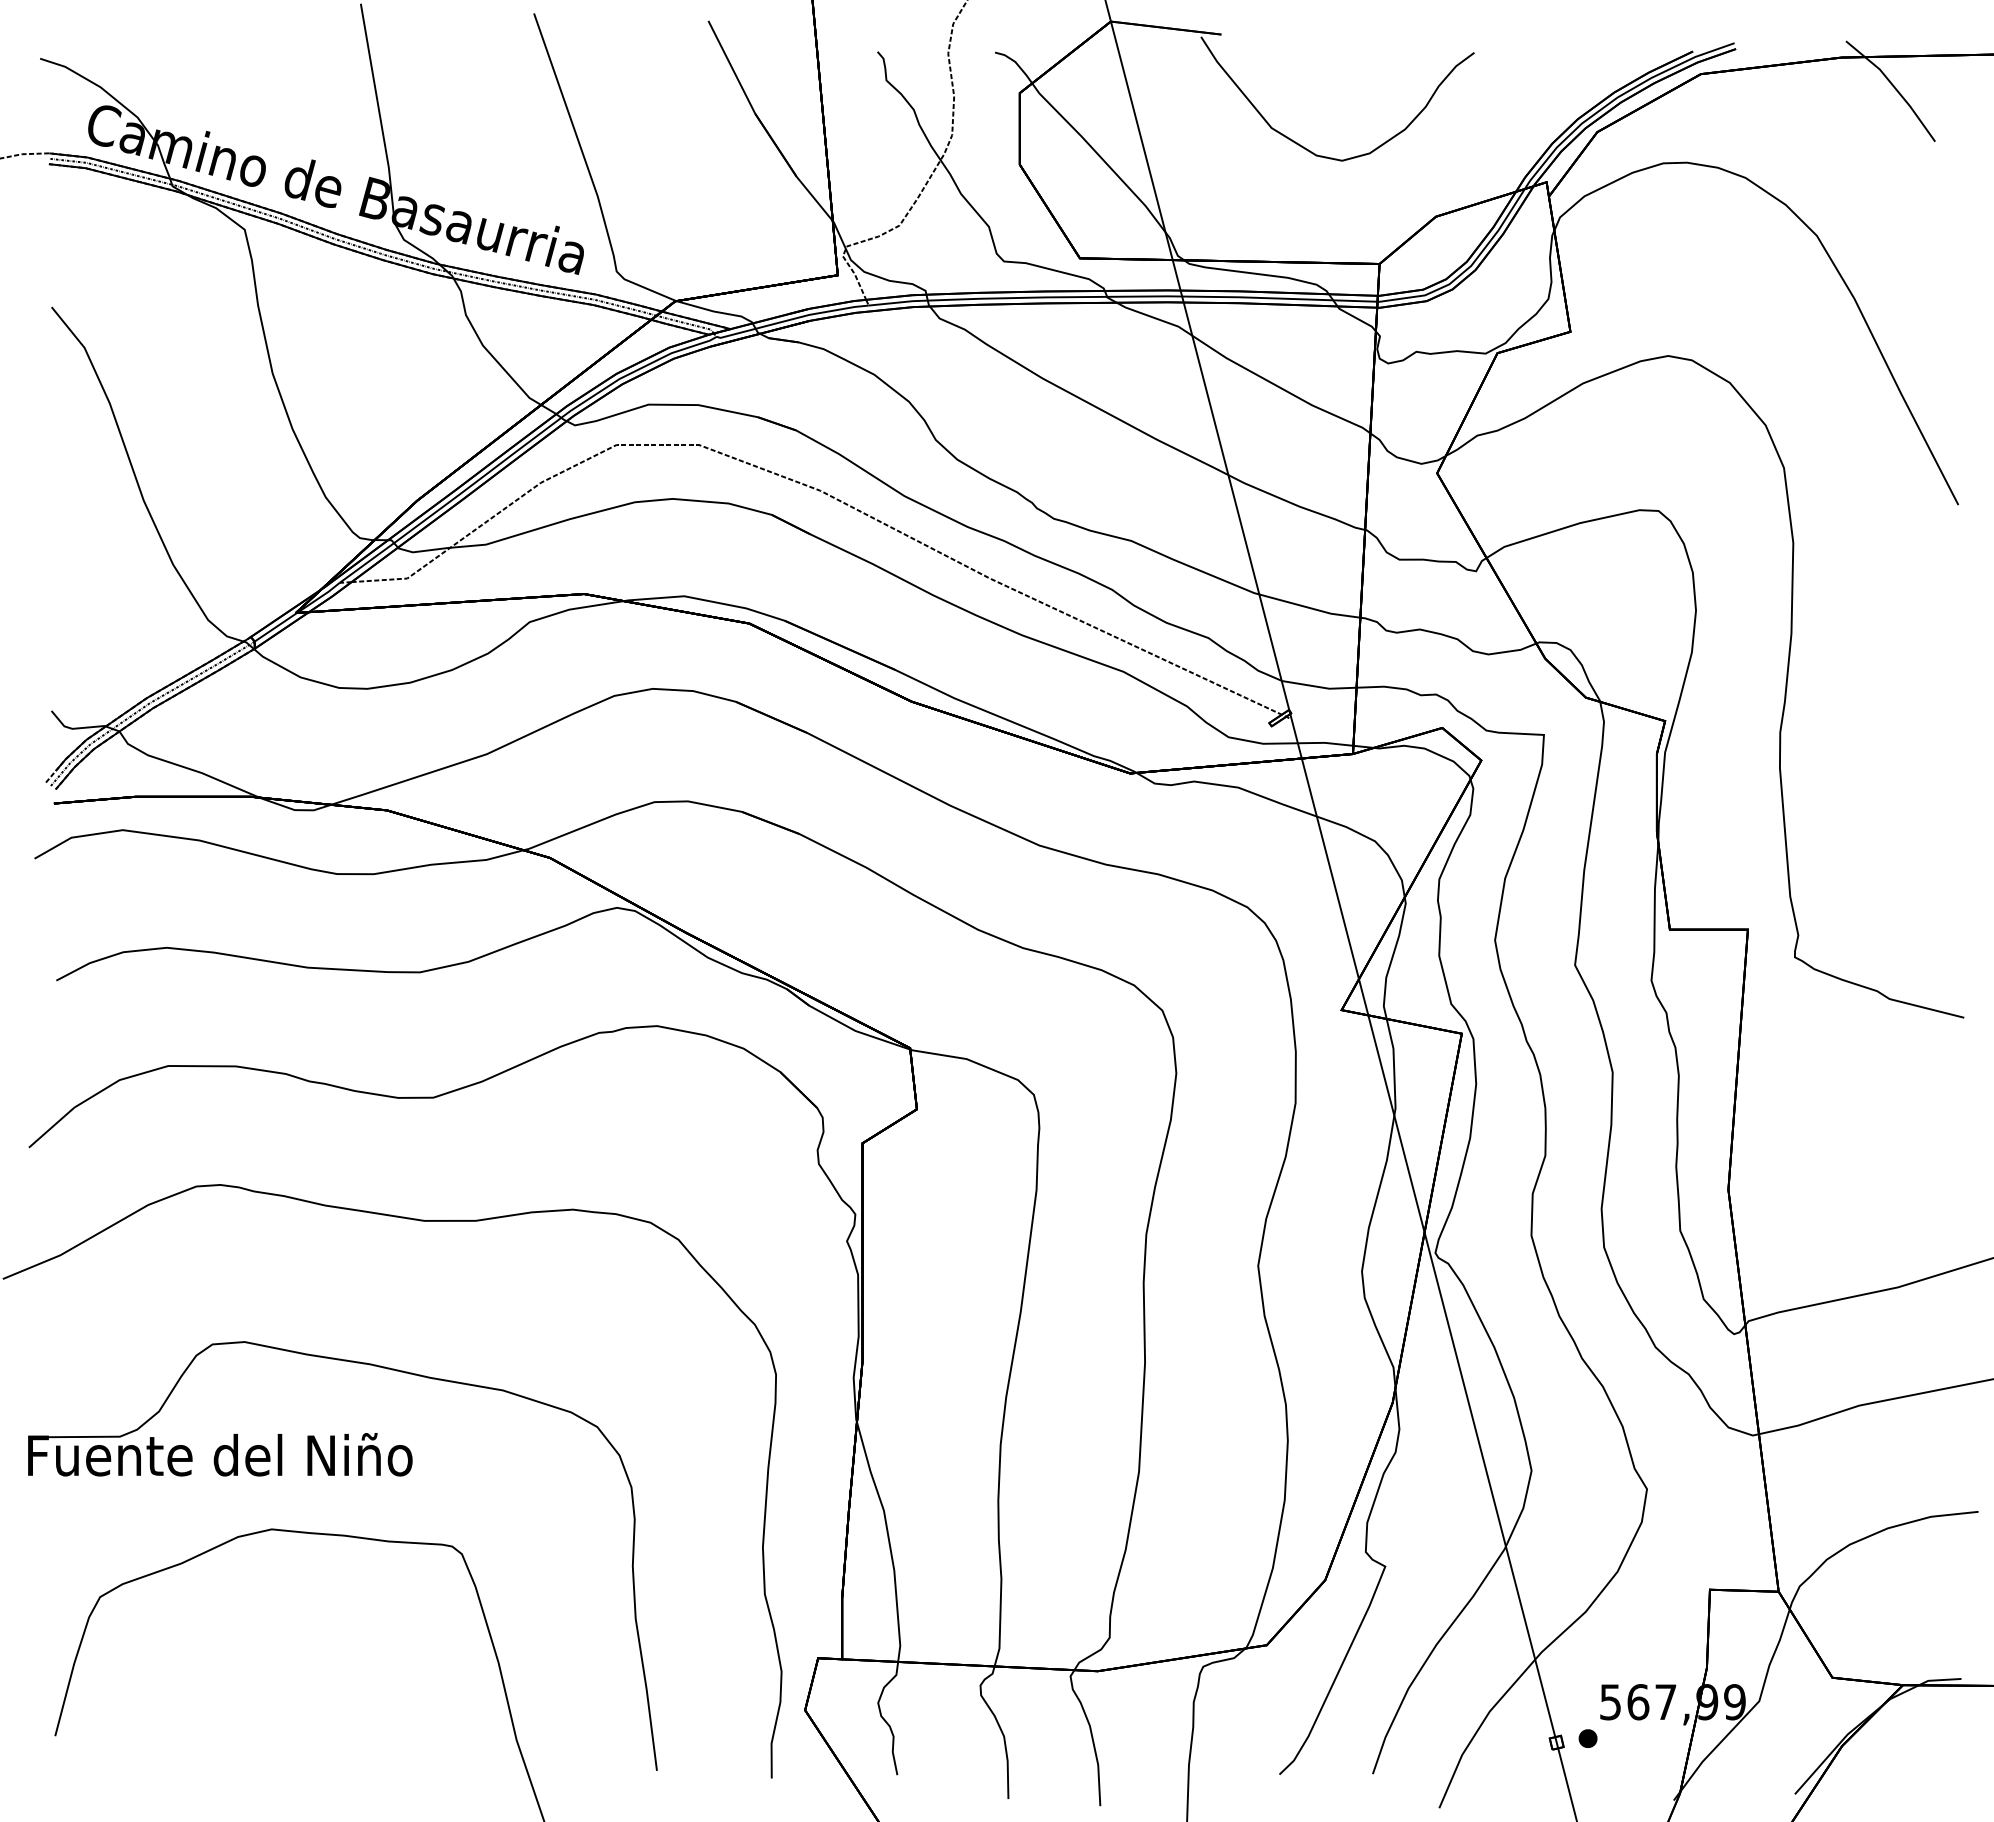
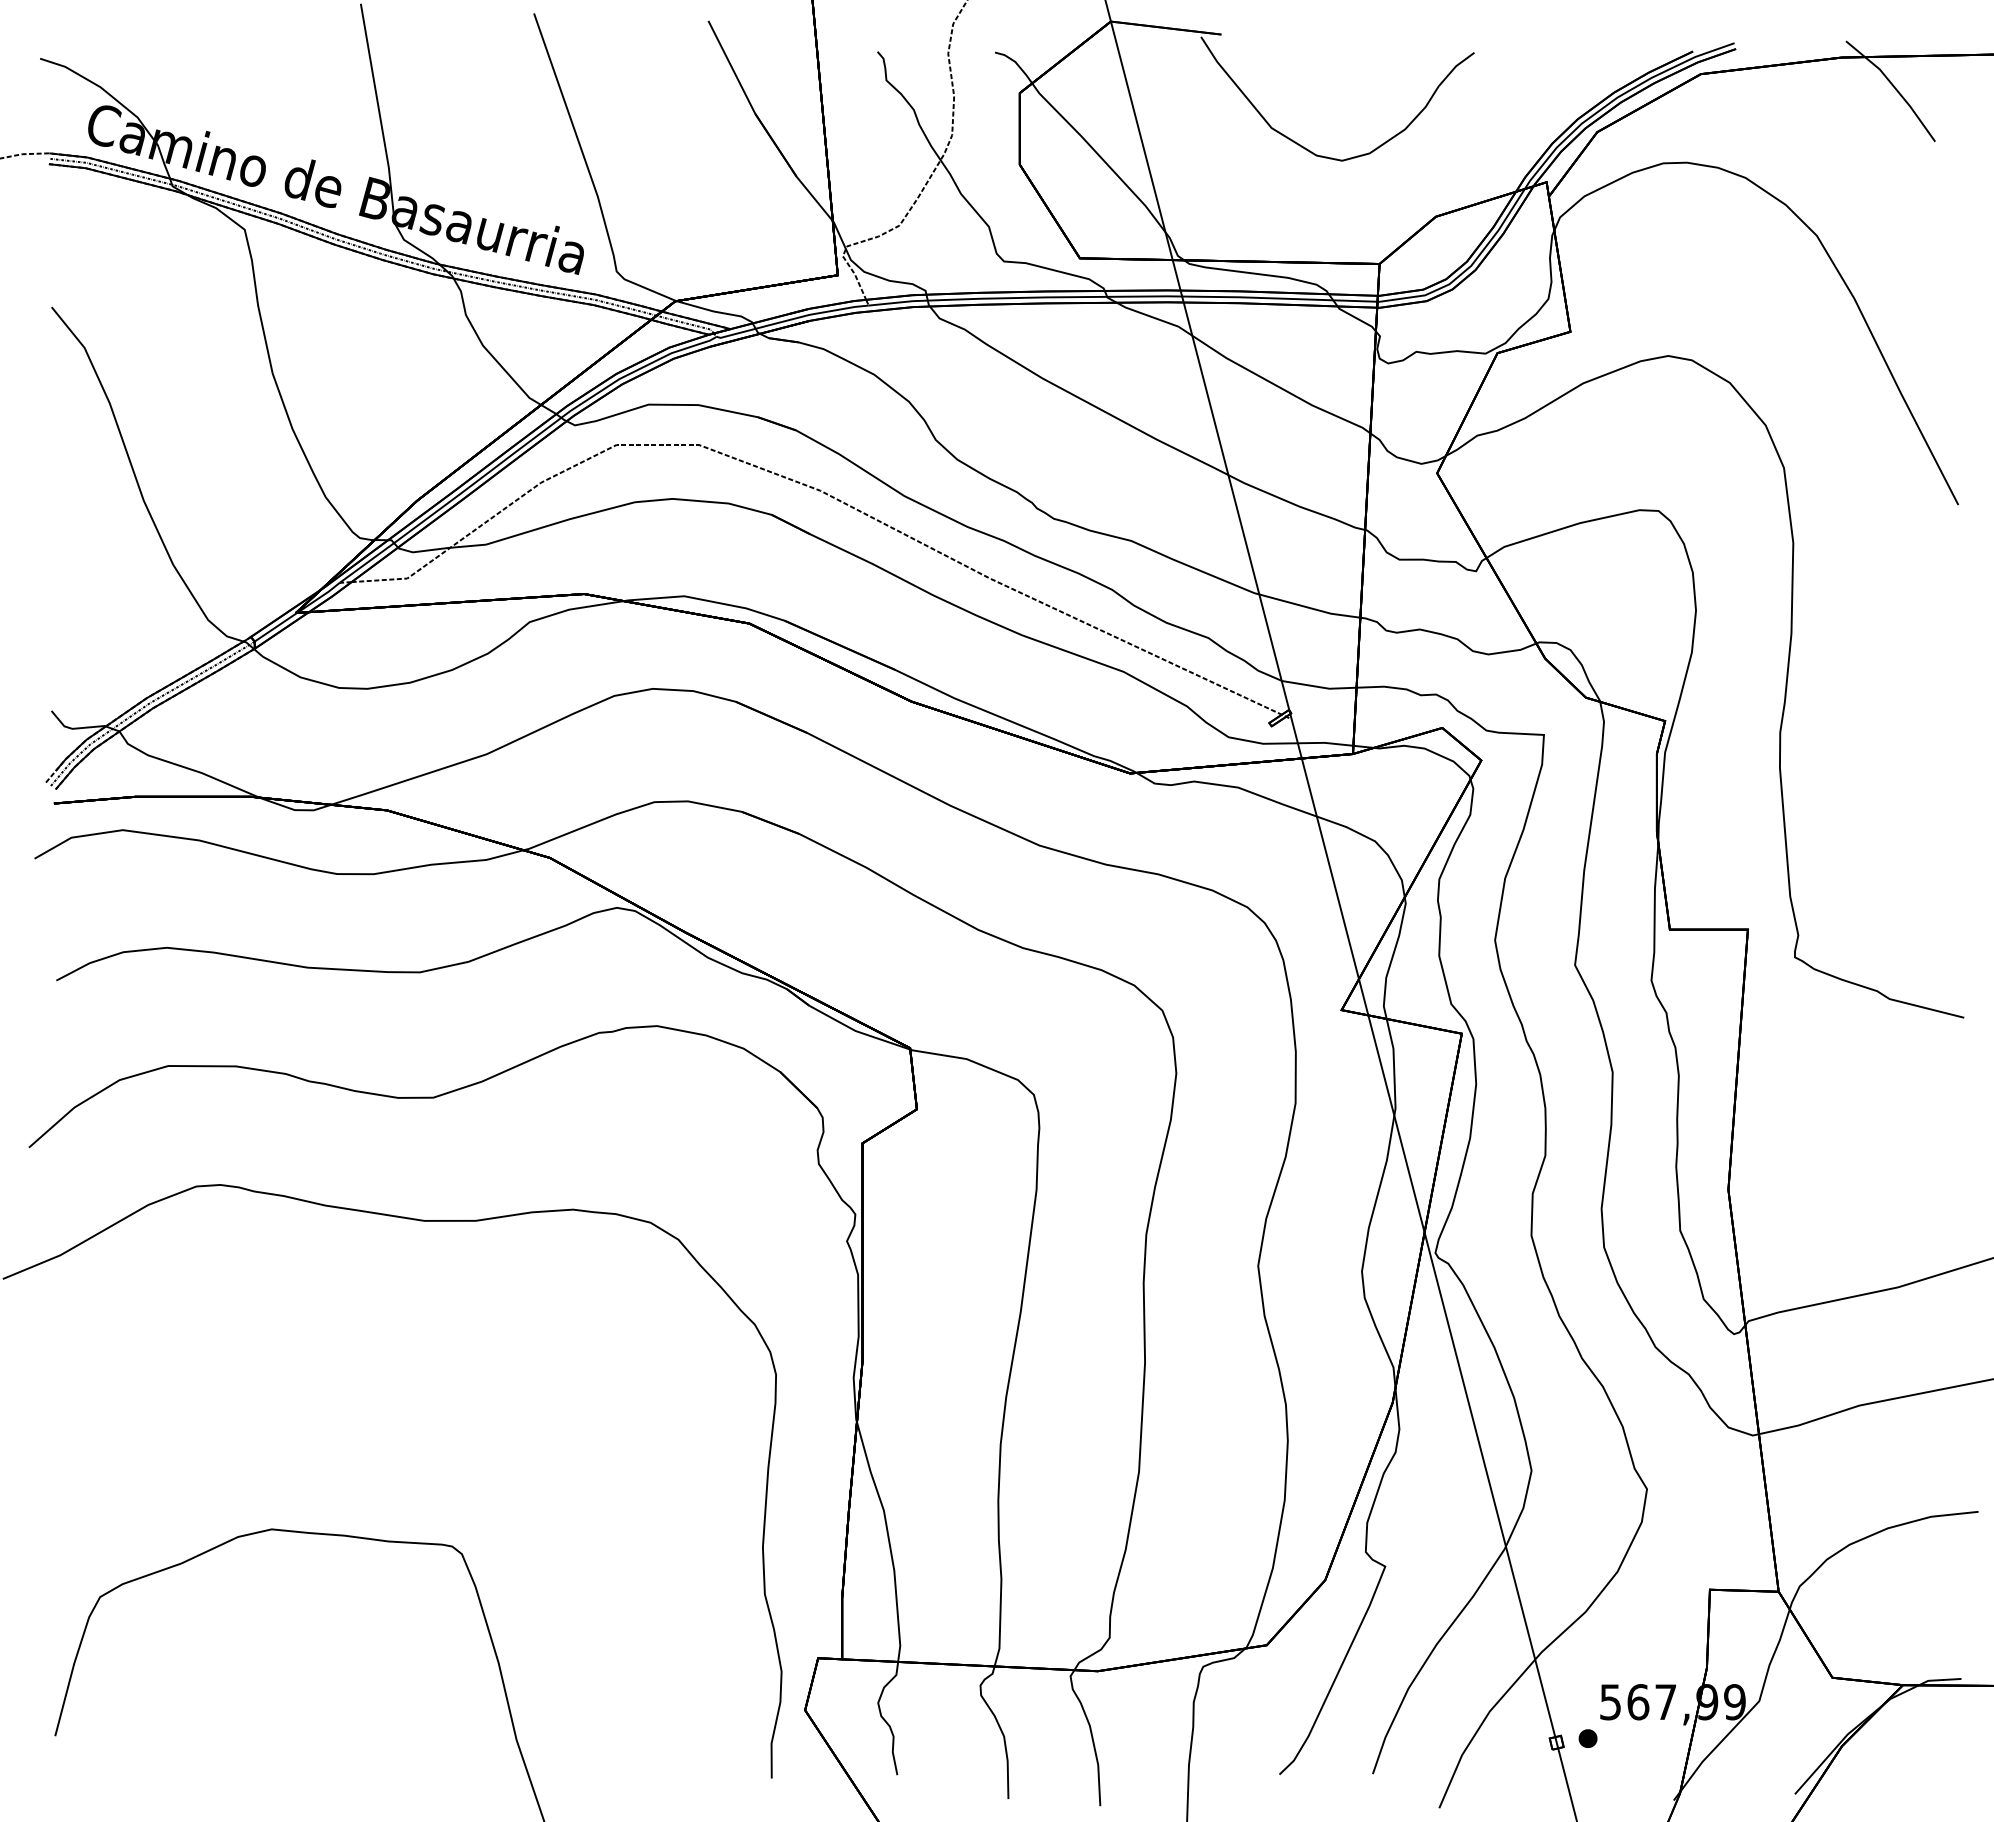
part at (344, 1475): present -> none
